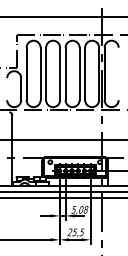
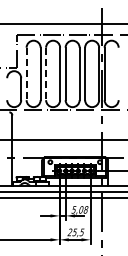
line at (63, 16) position: (63, 16) -> (63, 23)
line at (26, 74): solid -> dashed
line at (46, 74): solid -> dashed
